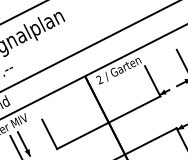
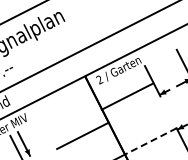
line at (134, 109) position: (134, 109) -> (127, 96)
line at (49, 134): present -> none
line at (150, 141): solid -> dashed
